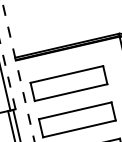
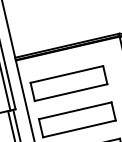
line at (18, 70): dashed -> solid
line at (7, 75): dashed -> solid
